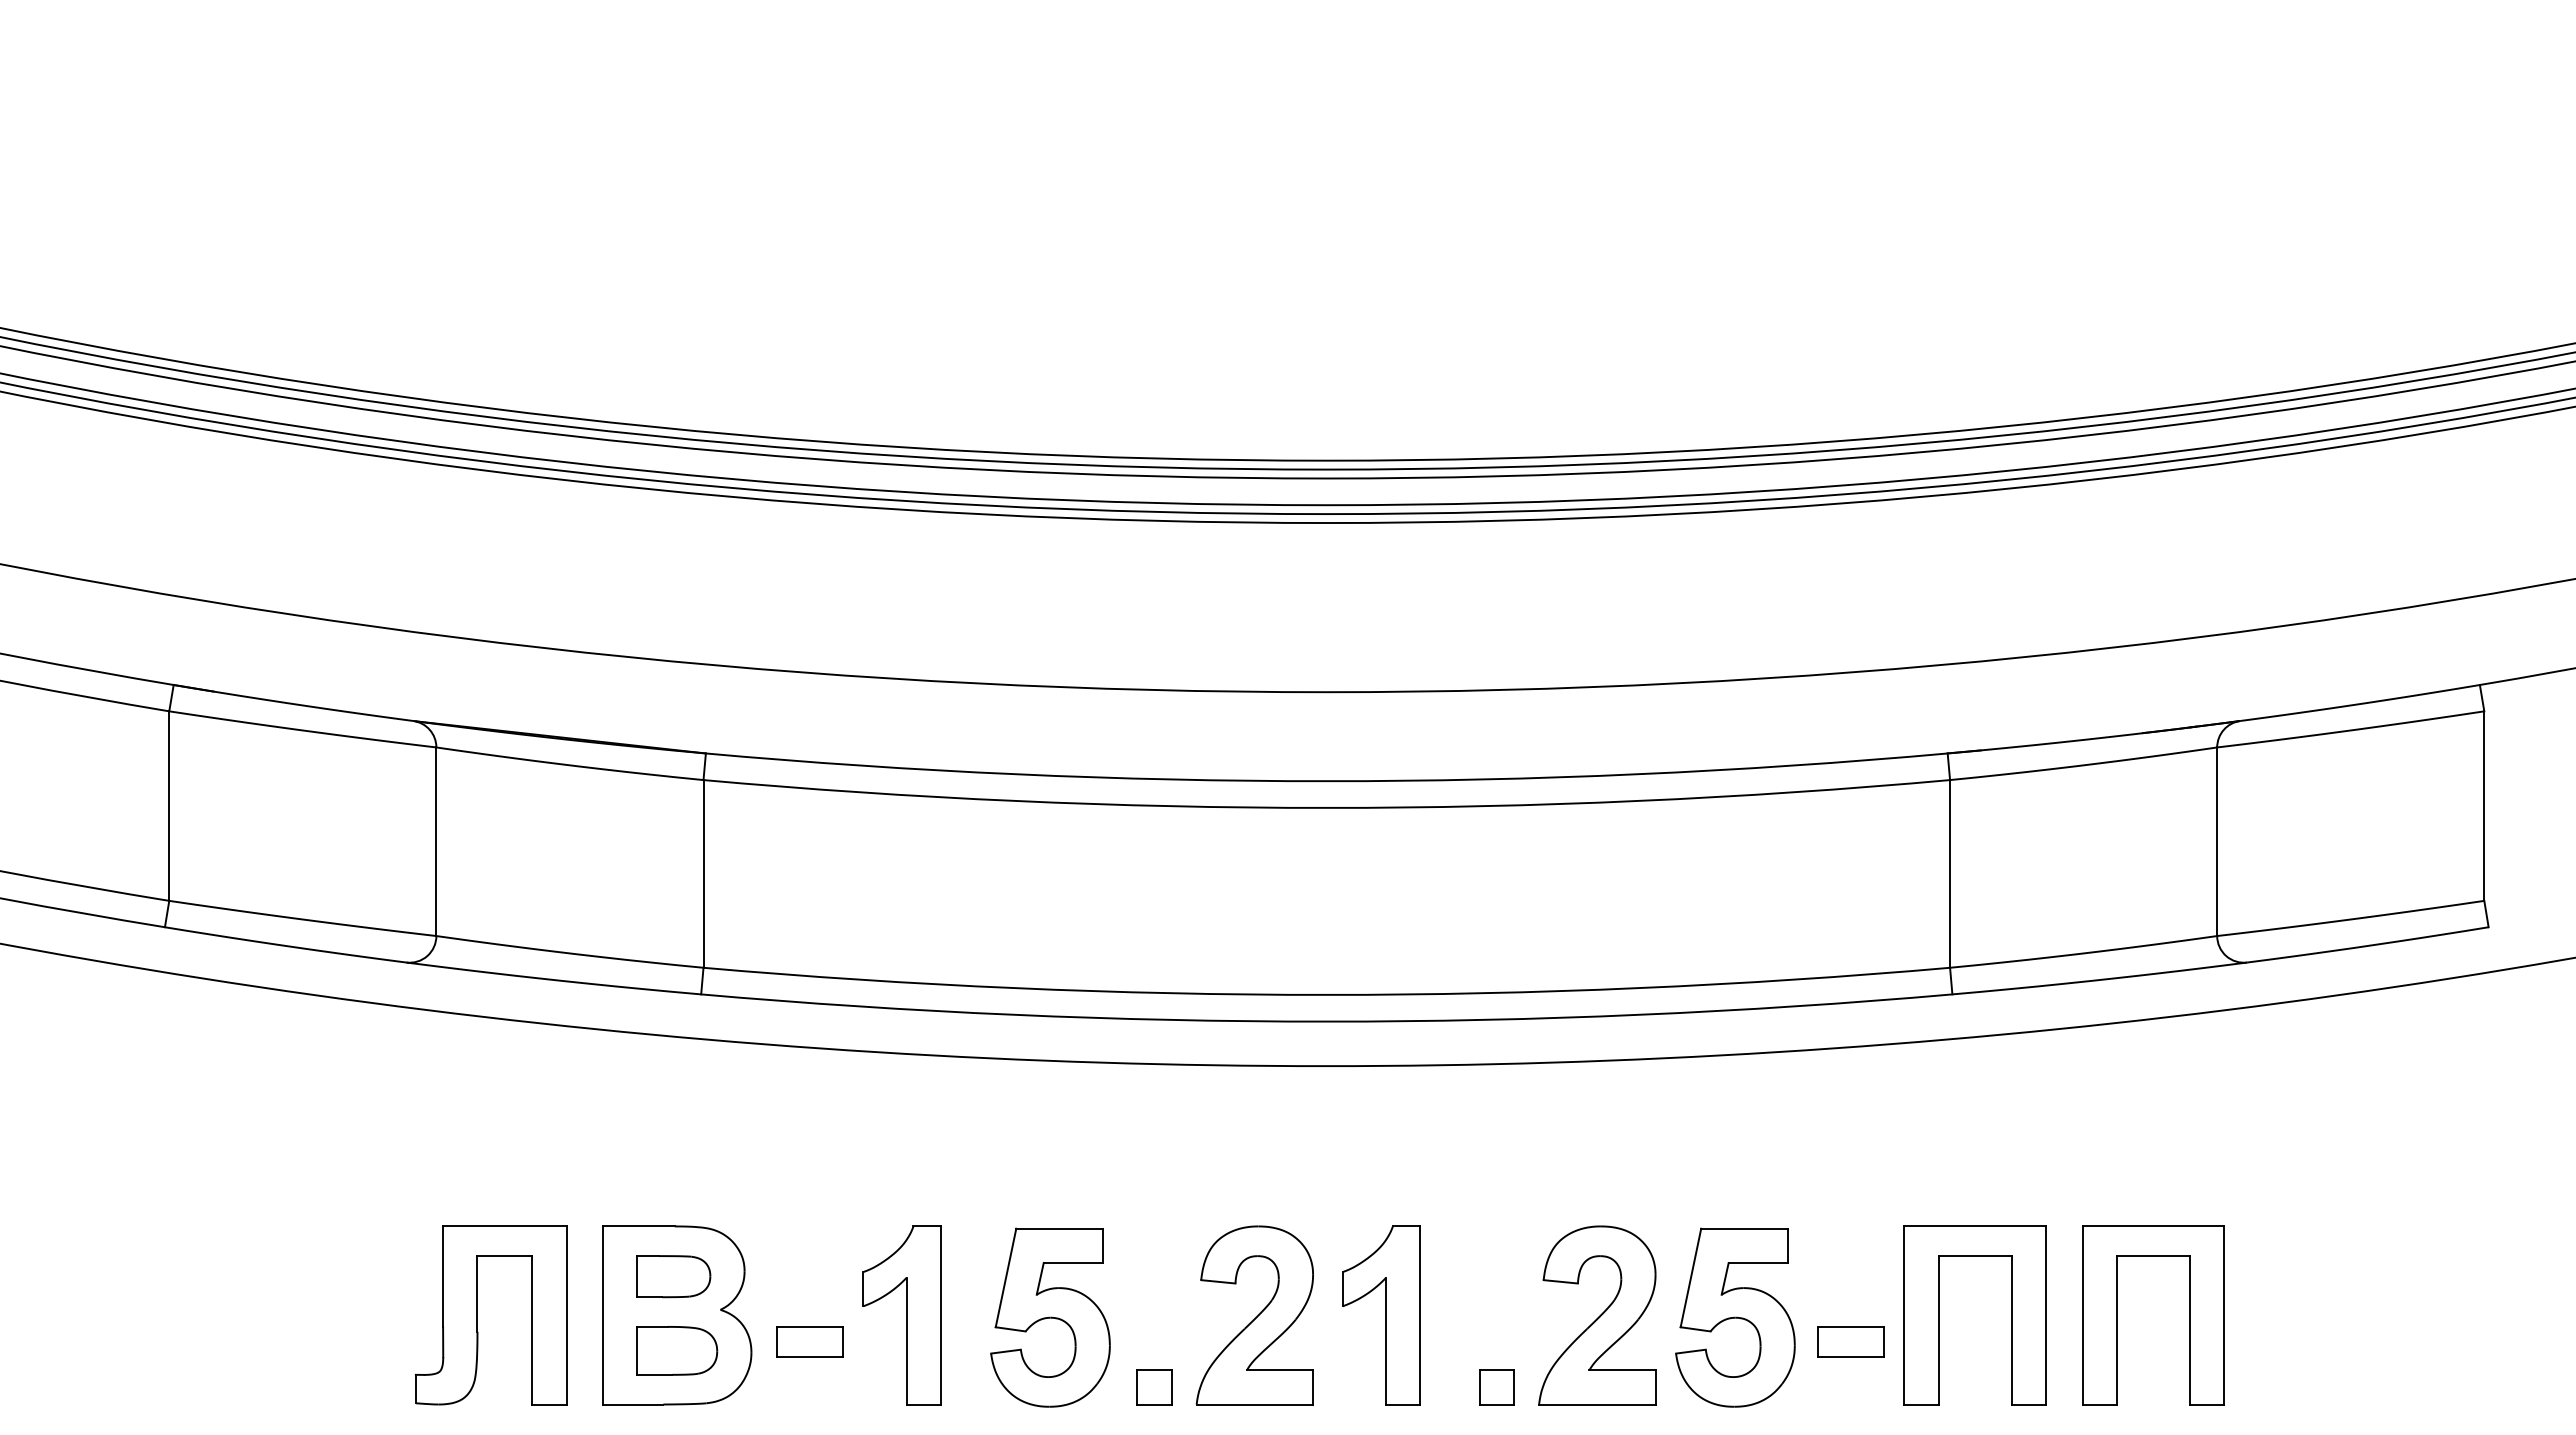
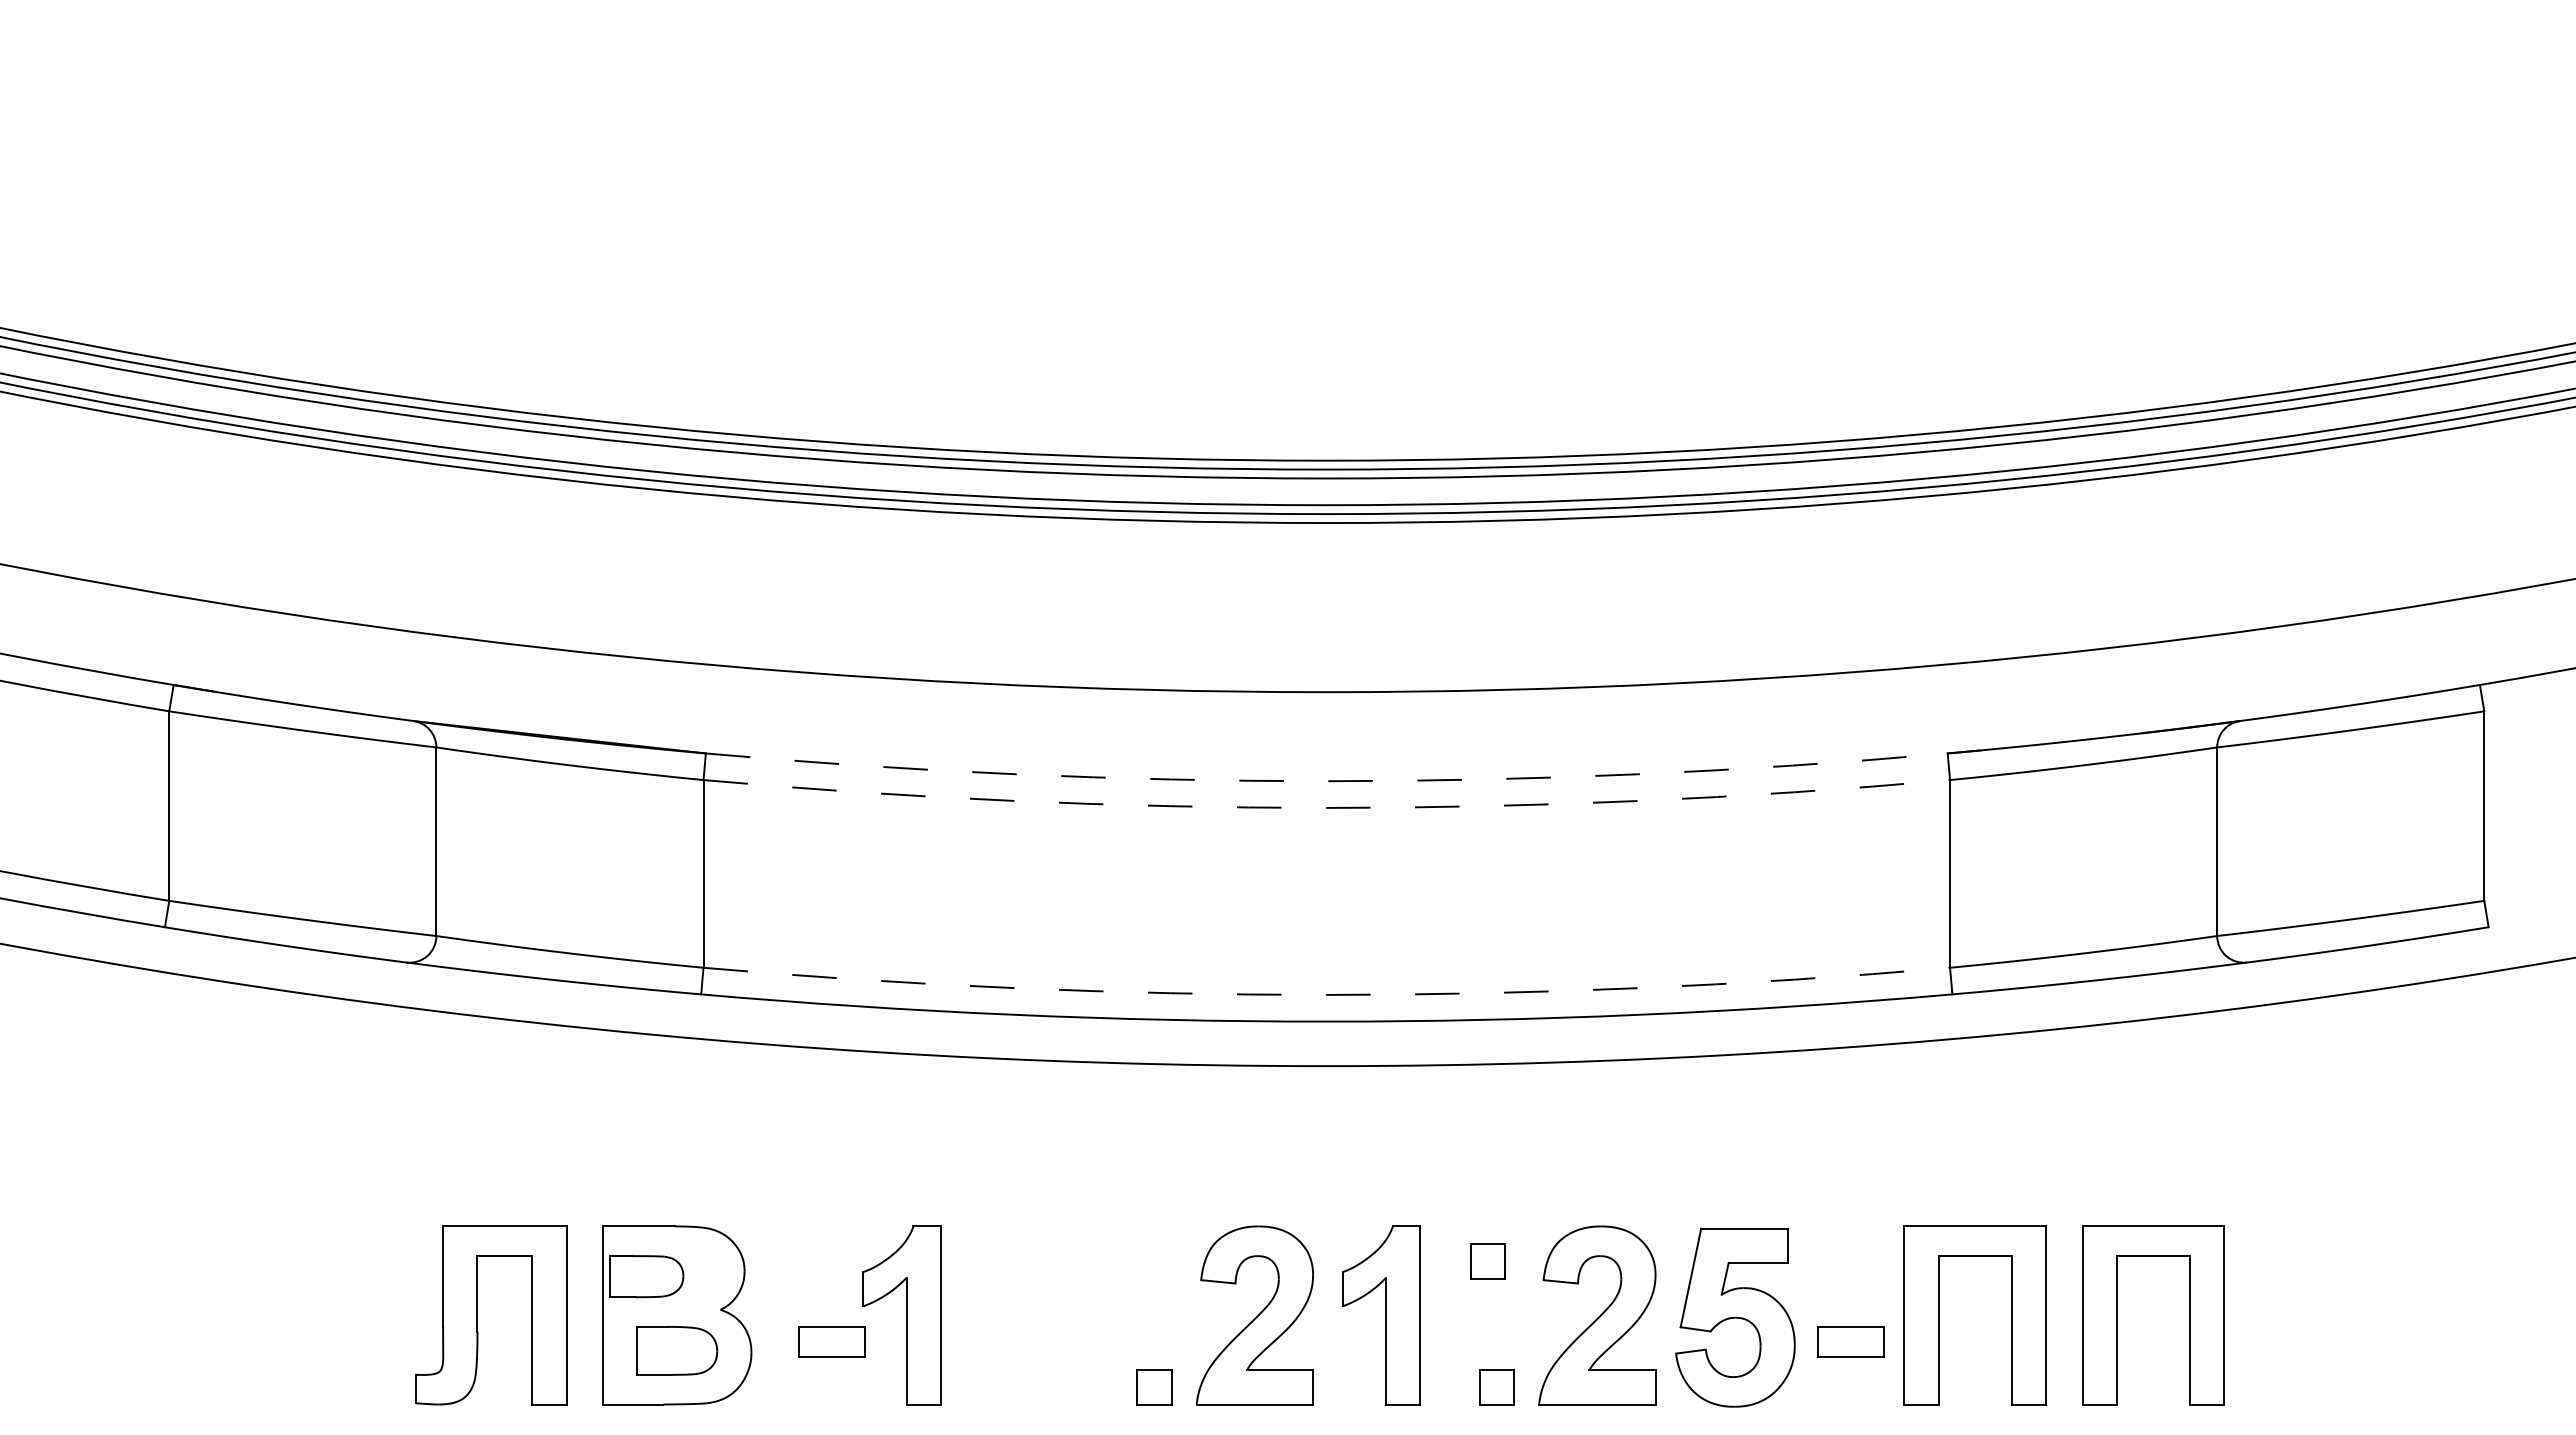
arc at (1326, 781): solid -> dashed
arc at (1326, 807): solid -> dashed
arc at (1326, 994): solid -> dashed
part at (1487, 1261): none -> present
part at (673, 1276) position: (673, 1276) -> (646, 1276)
part at (1050, 1317): present -> none
part at (809, 1341) position: (809, 1341) -> (831, 1341)
